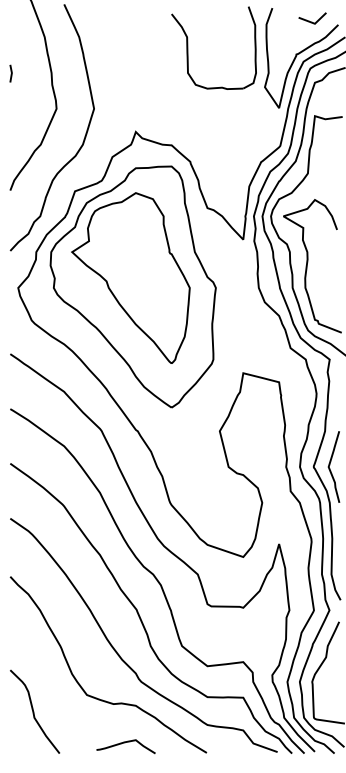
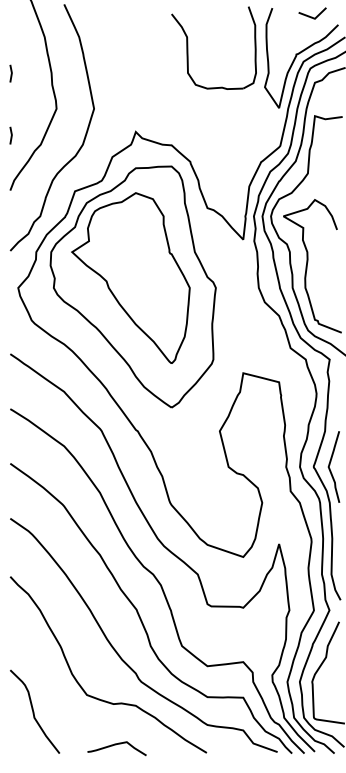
line at (312, 21) position: (312, 21) -> (312, 16)
line at (10, 134): none -> present
curve at (125, 743) position: (125, 743) -> (116, 745)
